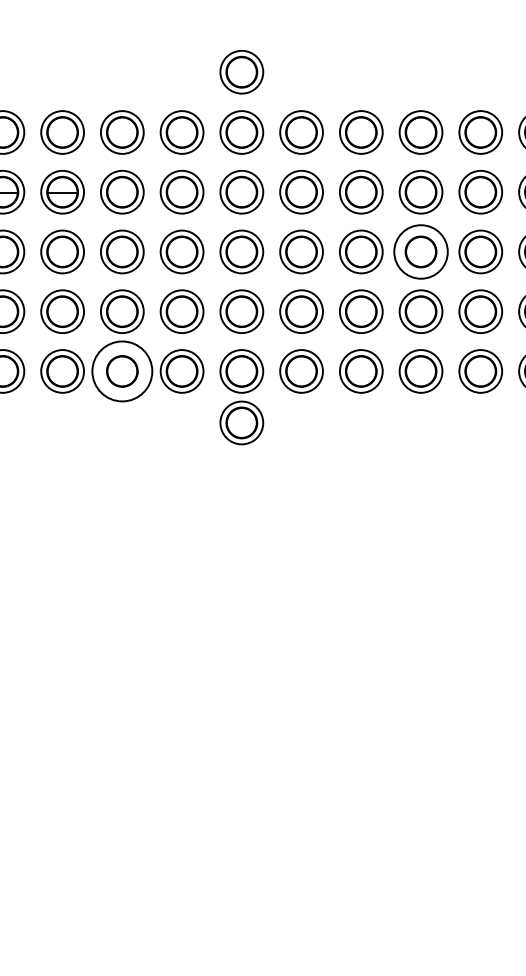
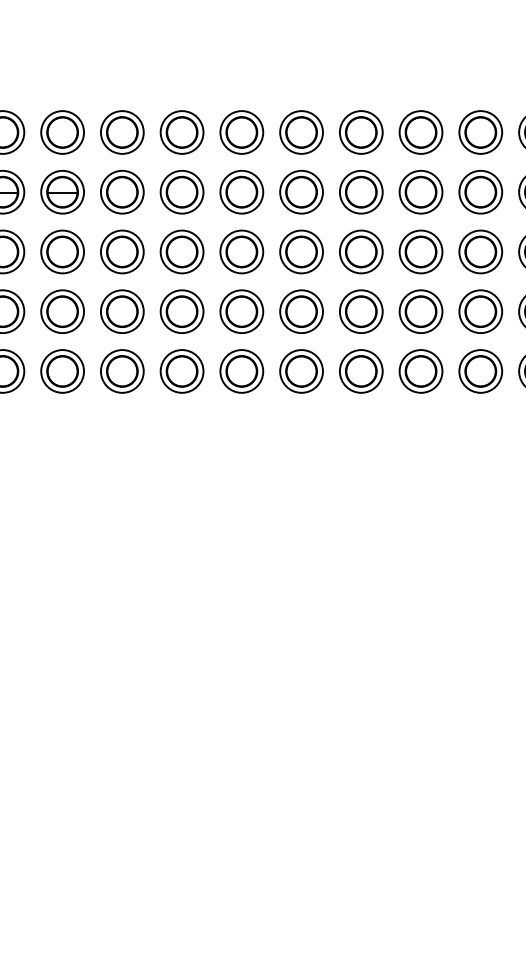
part at (241, 72): present -> none
circle at (420, 251) diameter: 54 px -> 43 px
circle at (122, 371) diameter: 60 px -> 43 px
part at (241, 422): present -> none
